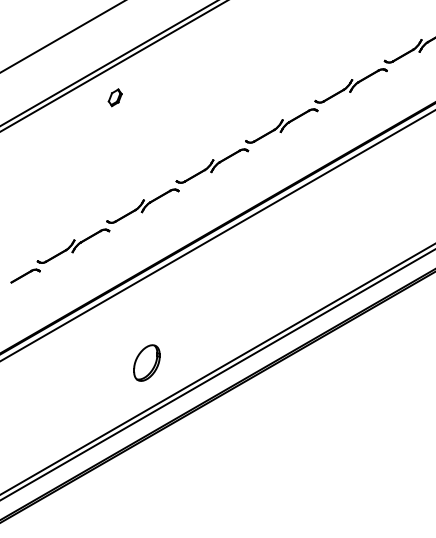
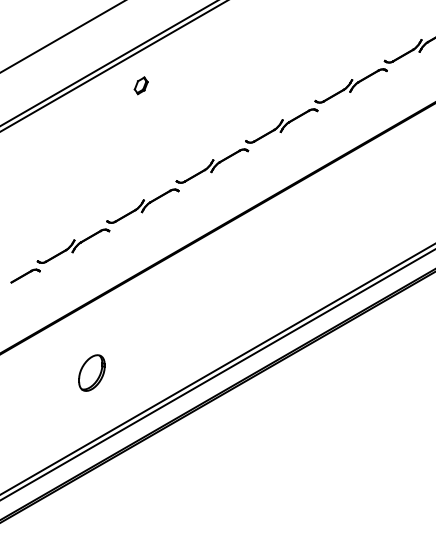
part at (114, 97) position: (114, 97) -> (140, 85)
line at (217, 235): present -> none
part at (146, 362) position: (146, 362) -> (91, 372)
